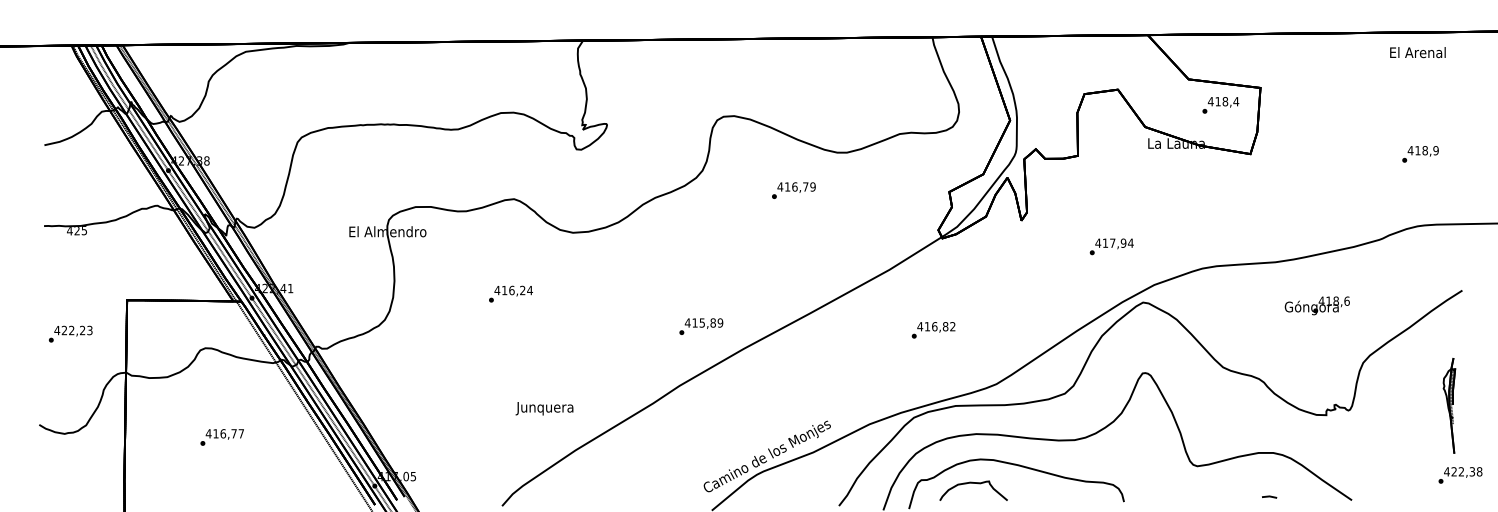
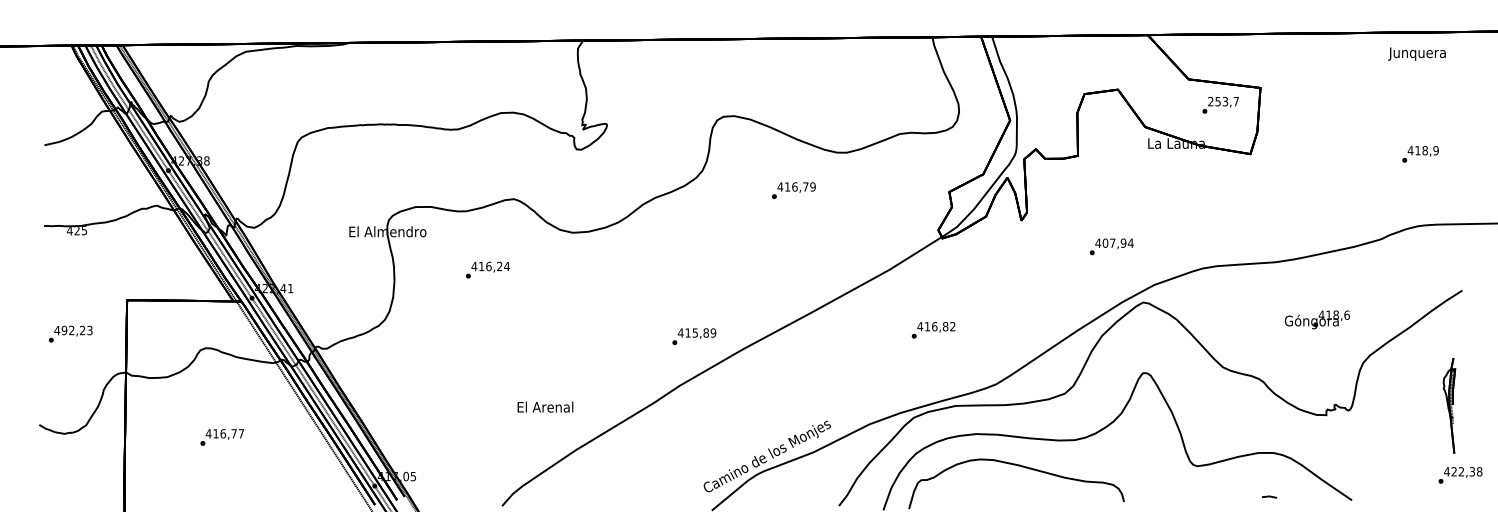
text at (1416, 53): El Arenal -> Junquera
text at (1223, 101): 418,4 -> 253,7
text at (1105, 242): 417,94 -> 407,94
text at (510, 293) position: (510, 293) -> (487, 269)
text at (1316, 305) position: (1316, 305) -> (1316, 319)
text at (701, 326) position: (701, 326) -> (694, 336)
text at (64, 330): 422,23 -> 492,23
text at (544, 408): Junquera -> El Arenal
curve at (973, 483): present -> none
